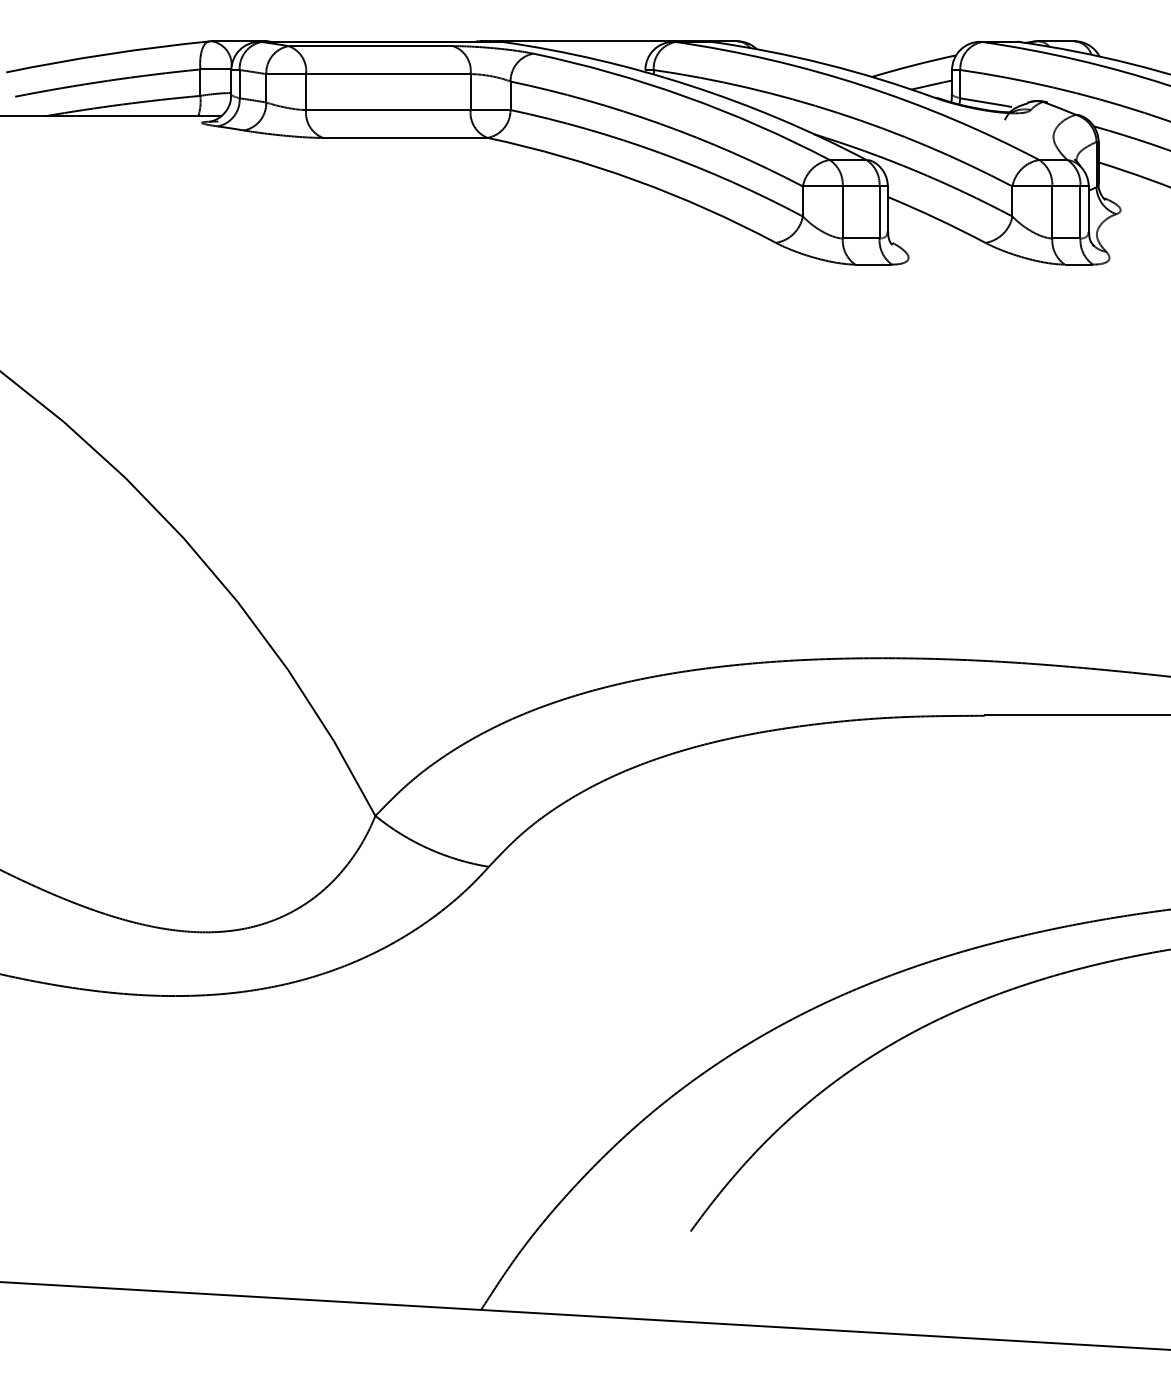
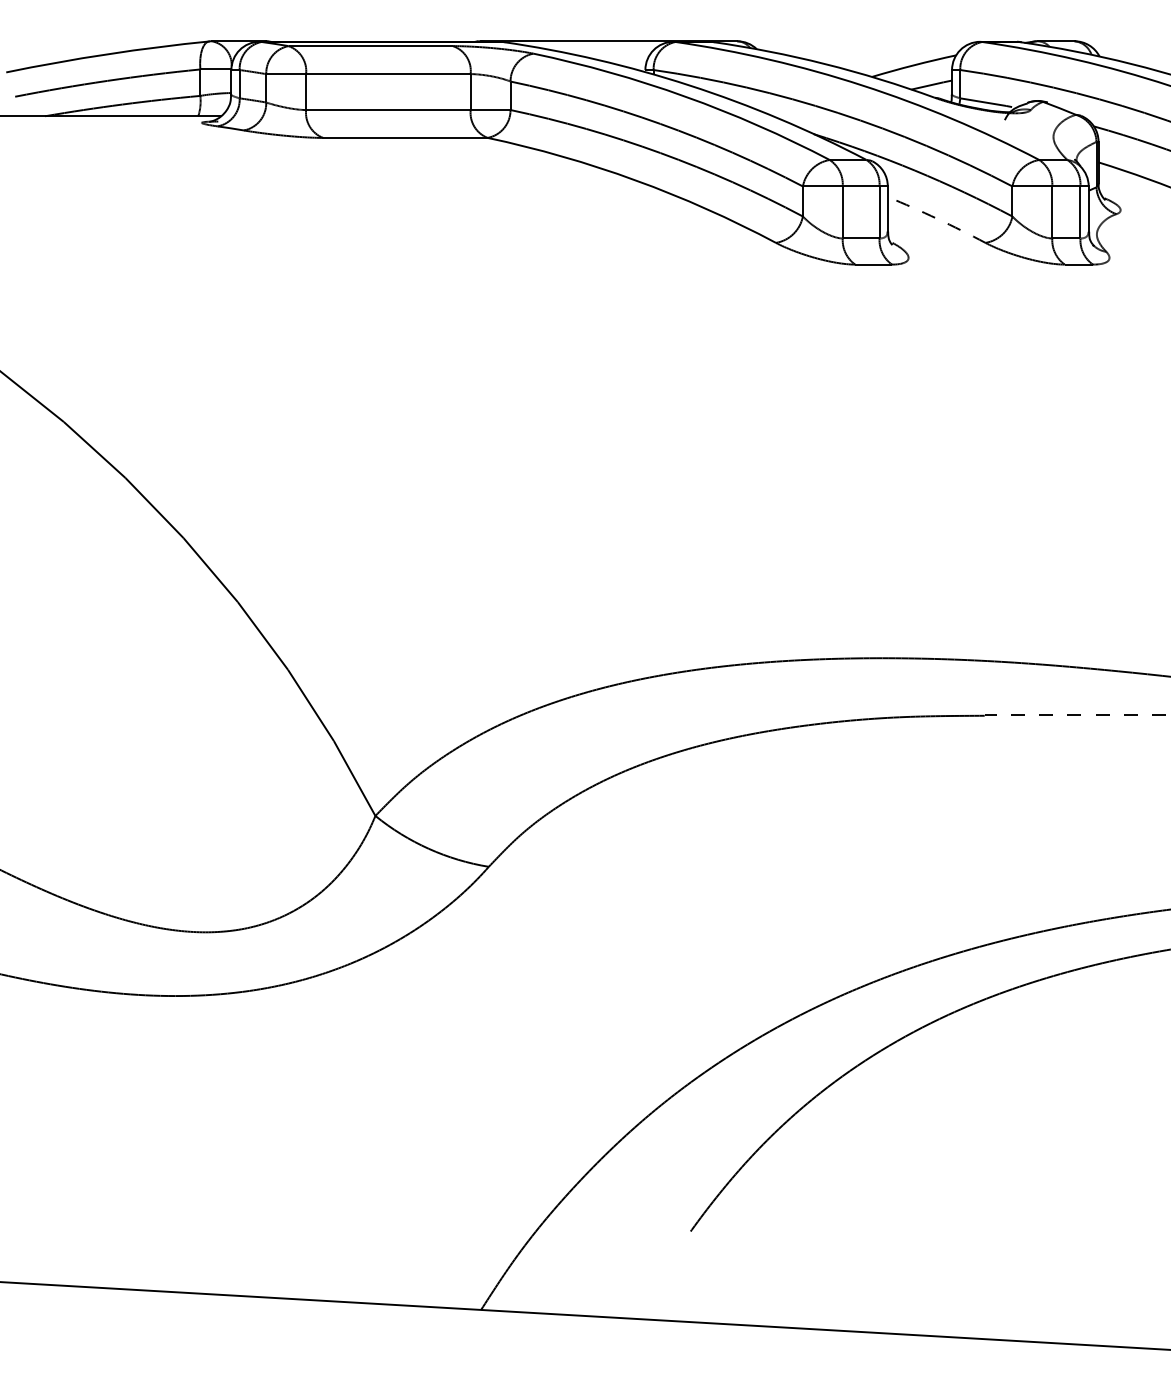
arc at (937, 218): solid -> dashed
line at (1077, 715): solid -> dashed
